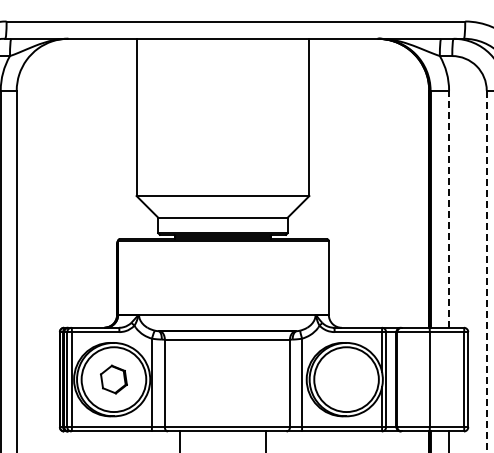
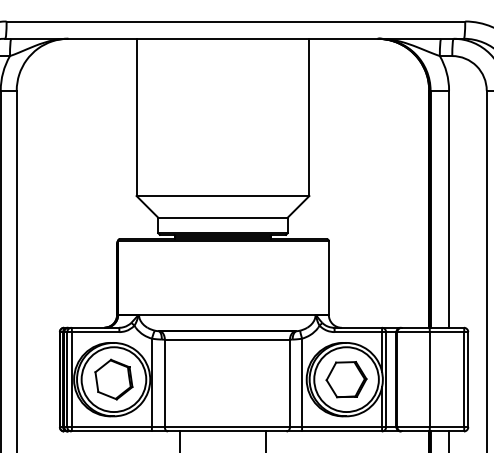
line at (449, 209): dashed -> solid
line at (486, 271): dashed -> solid
part at (113, 379) size: 28x31 px -> 40x43 px
part at (346, 379): none -> present
